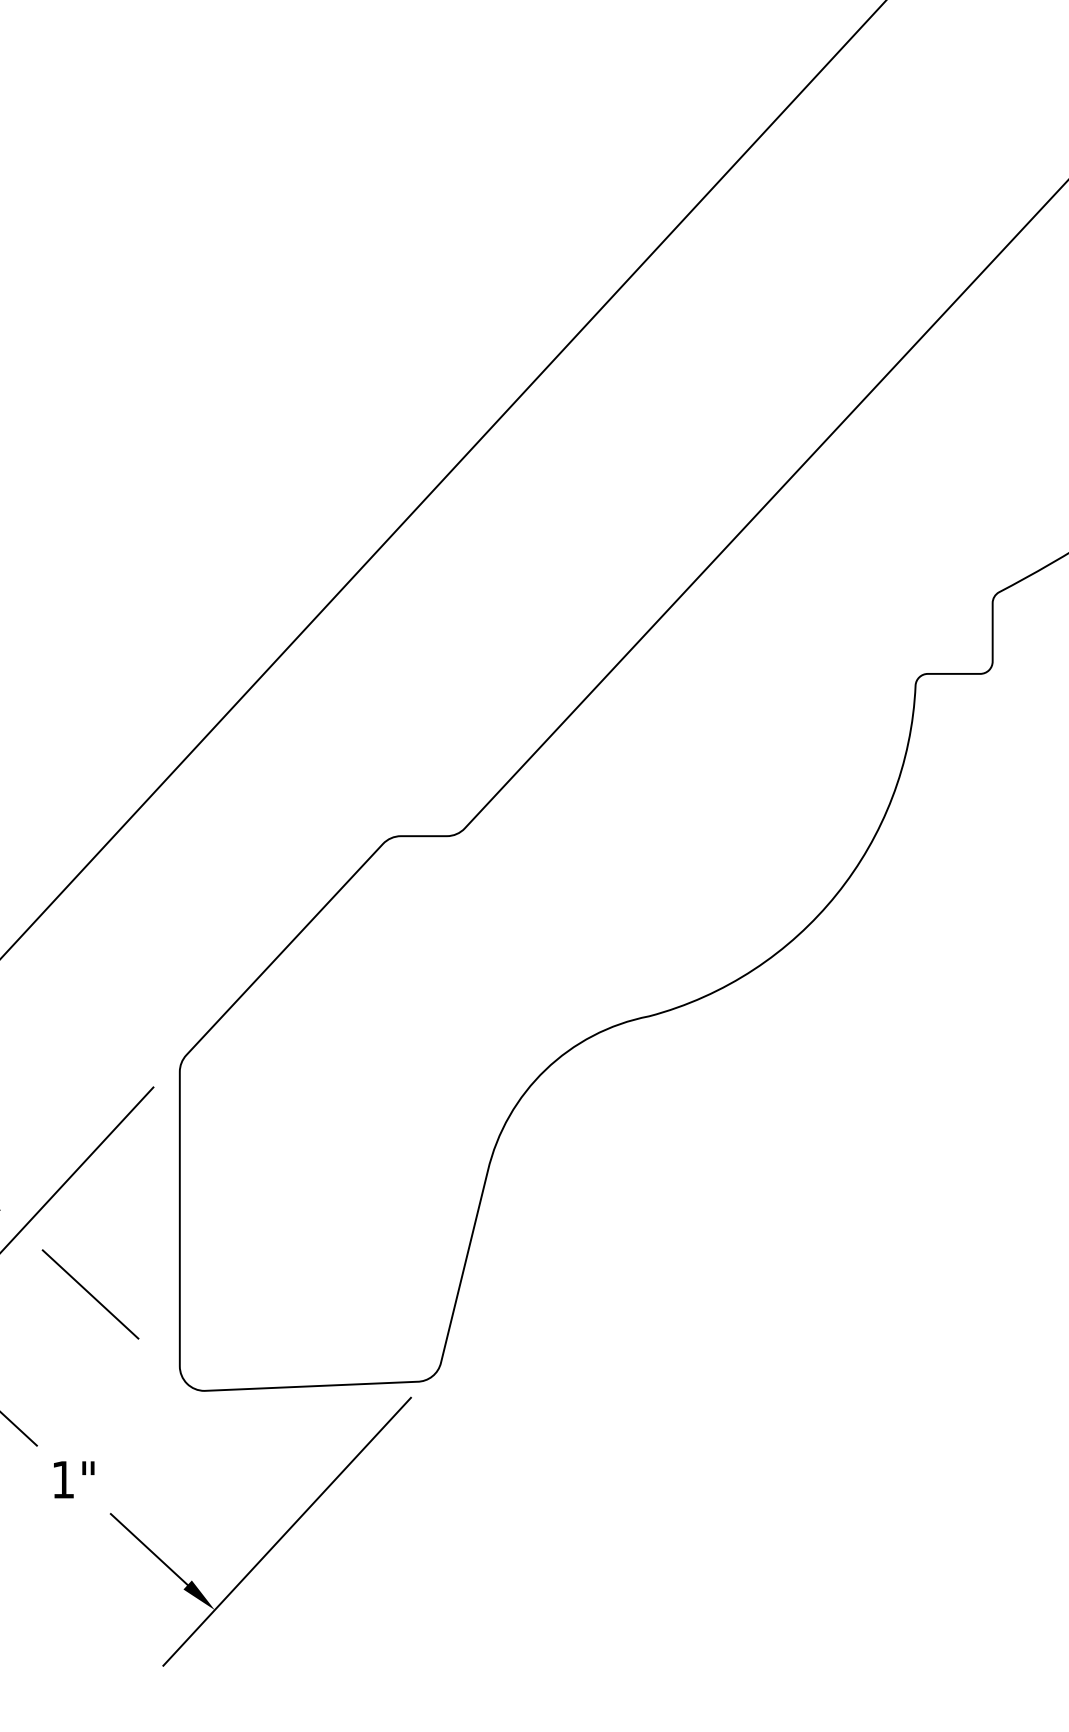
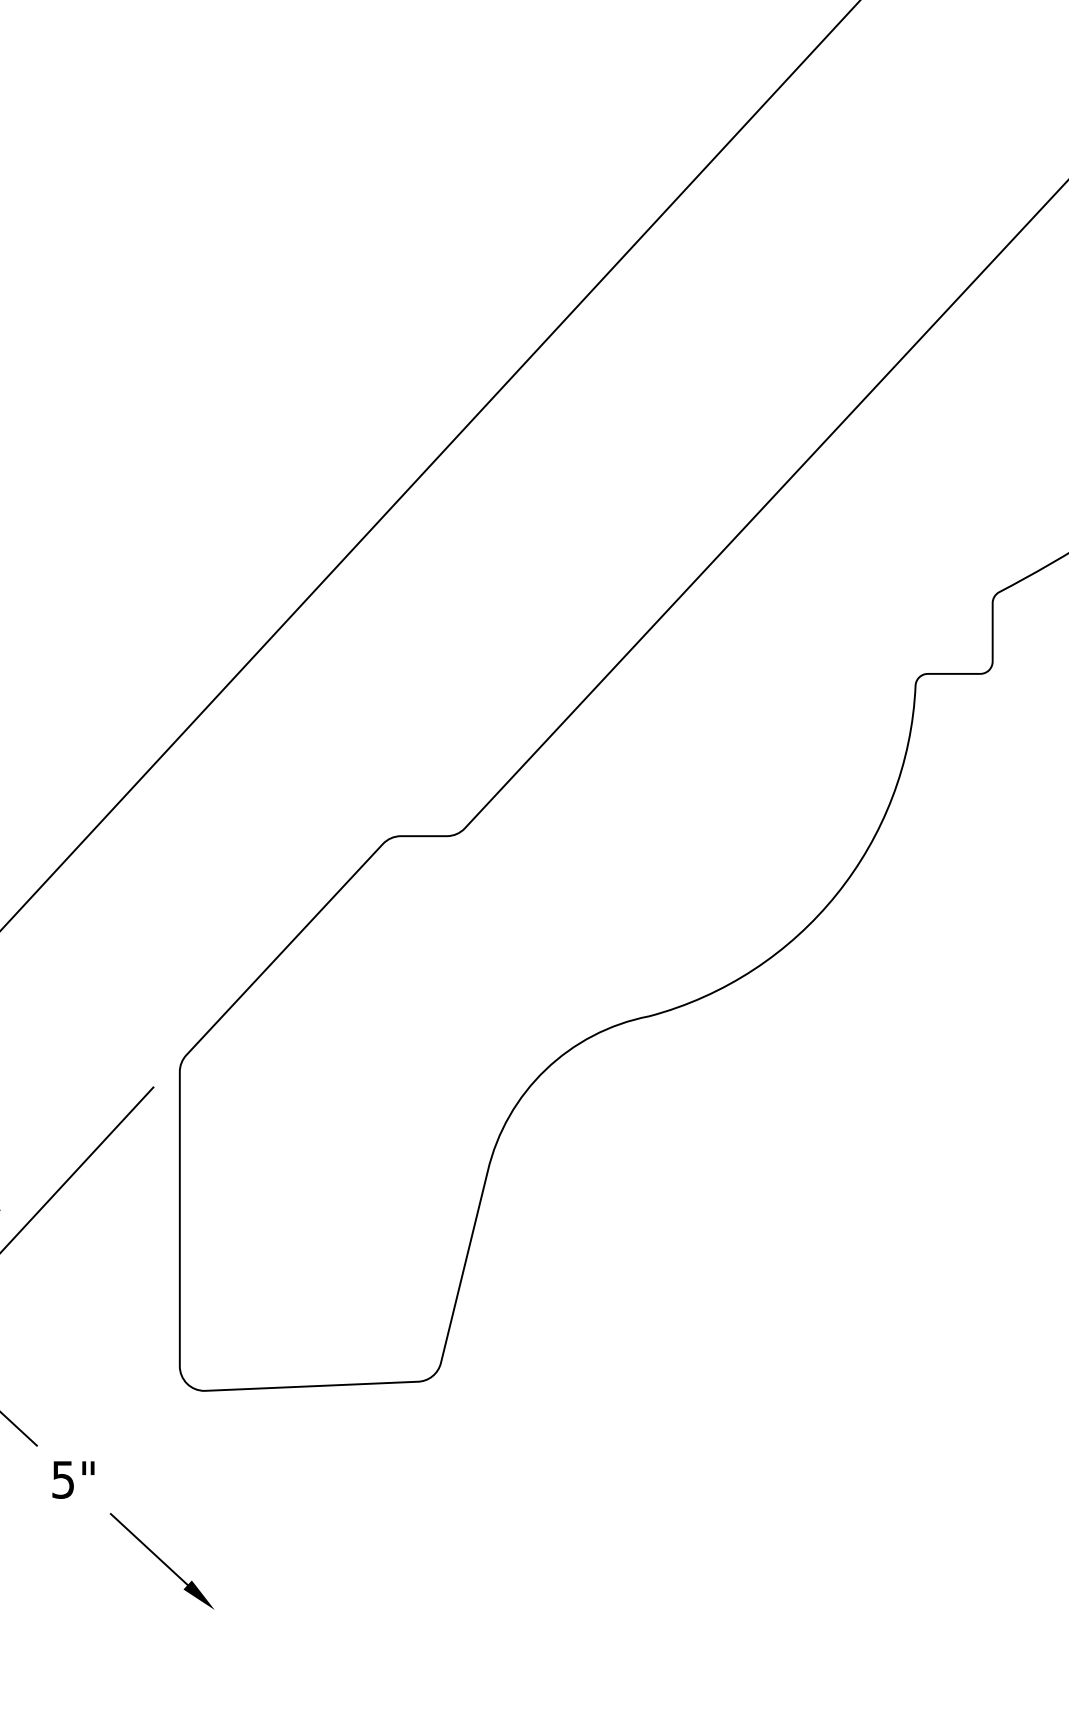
line at (443, 479) position: (443, 479) -> (430, 465)
line at (90, 1294): present -> none
text at (62, 1479): 1" -> 5"
line at (286, 1531): present -> none
